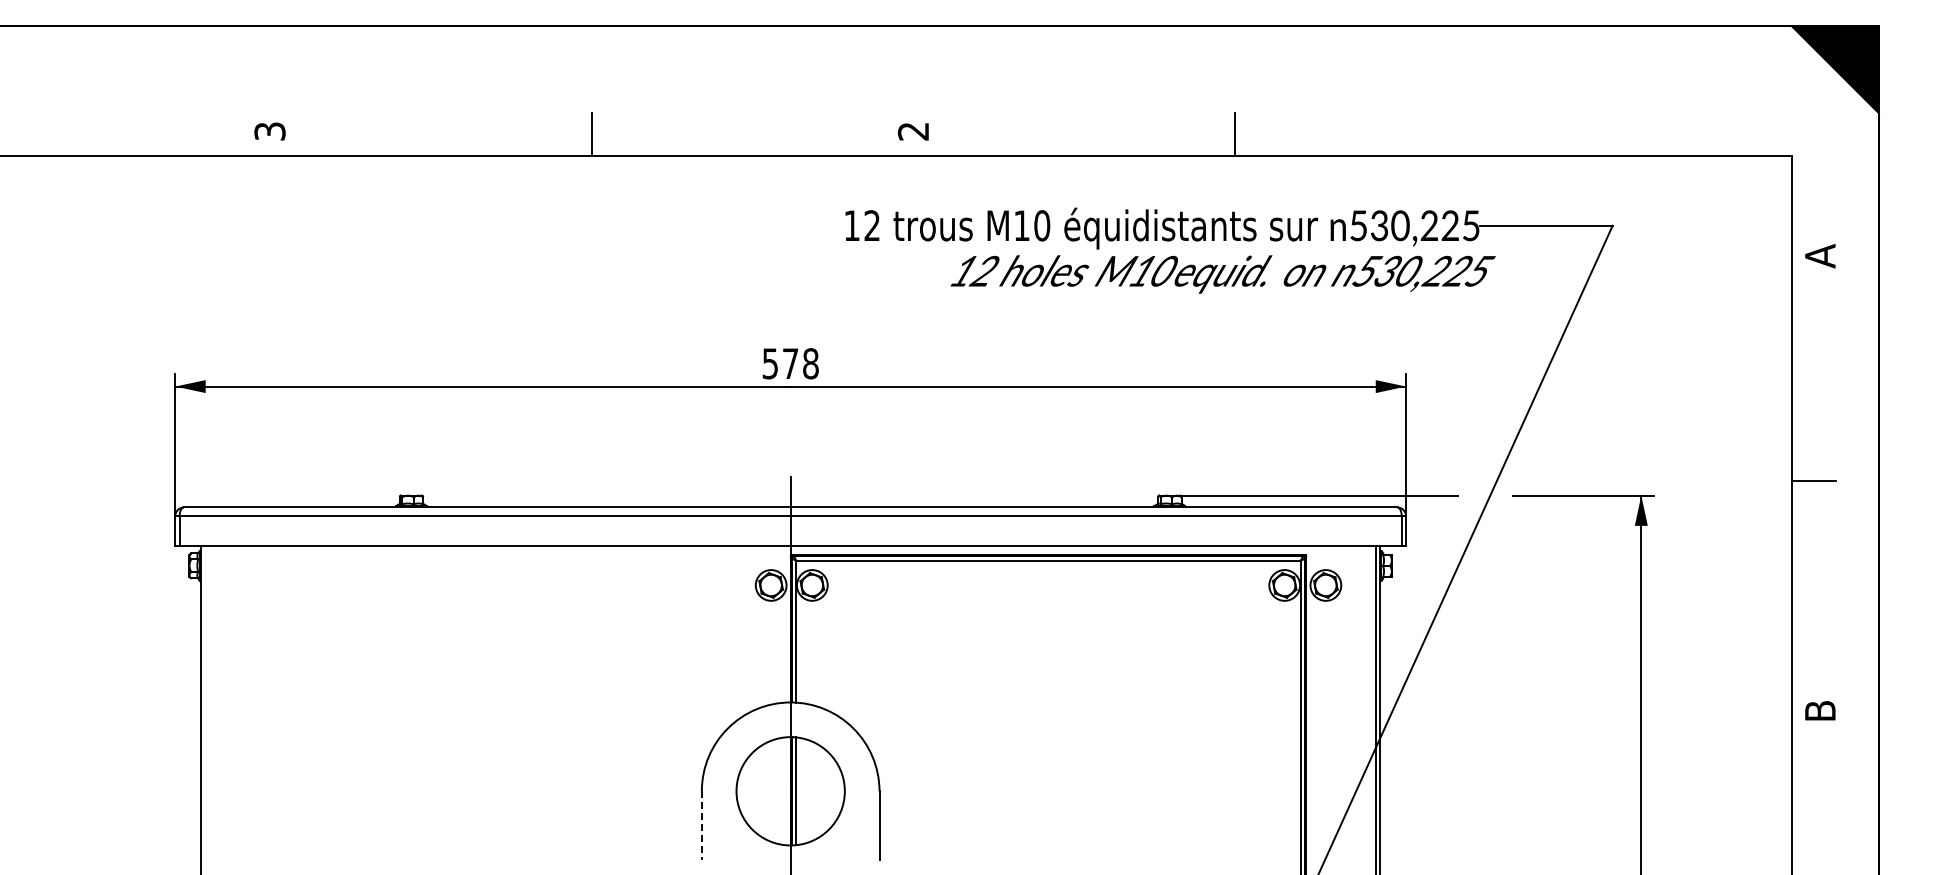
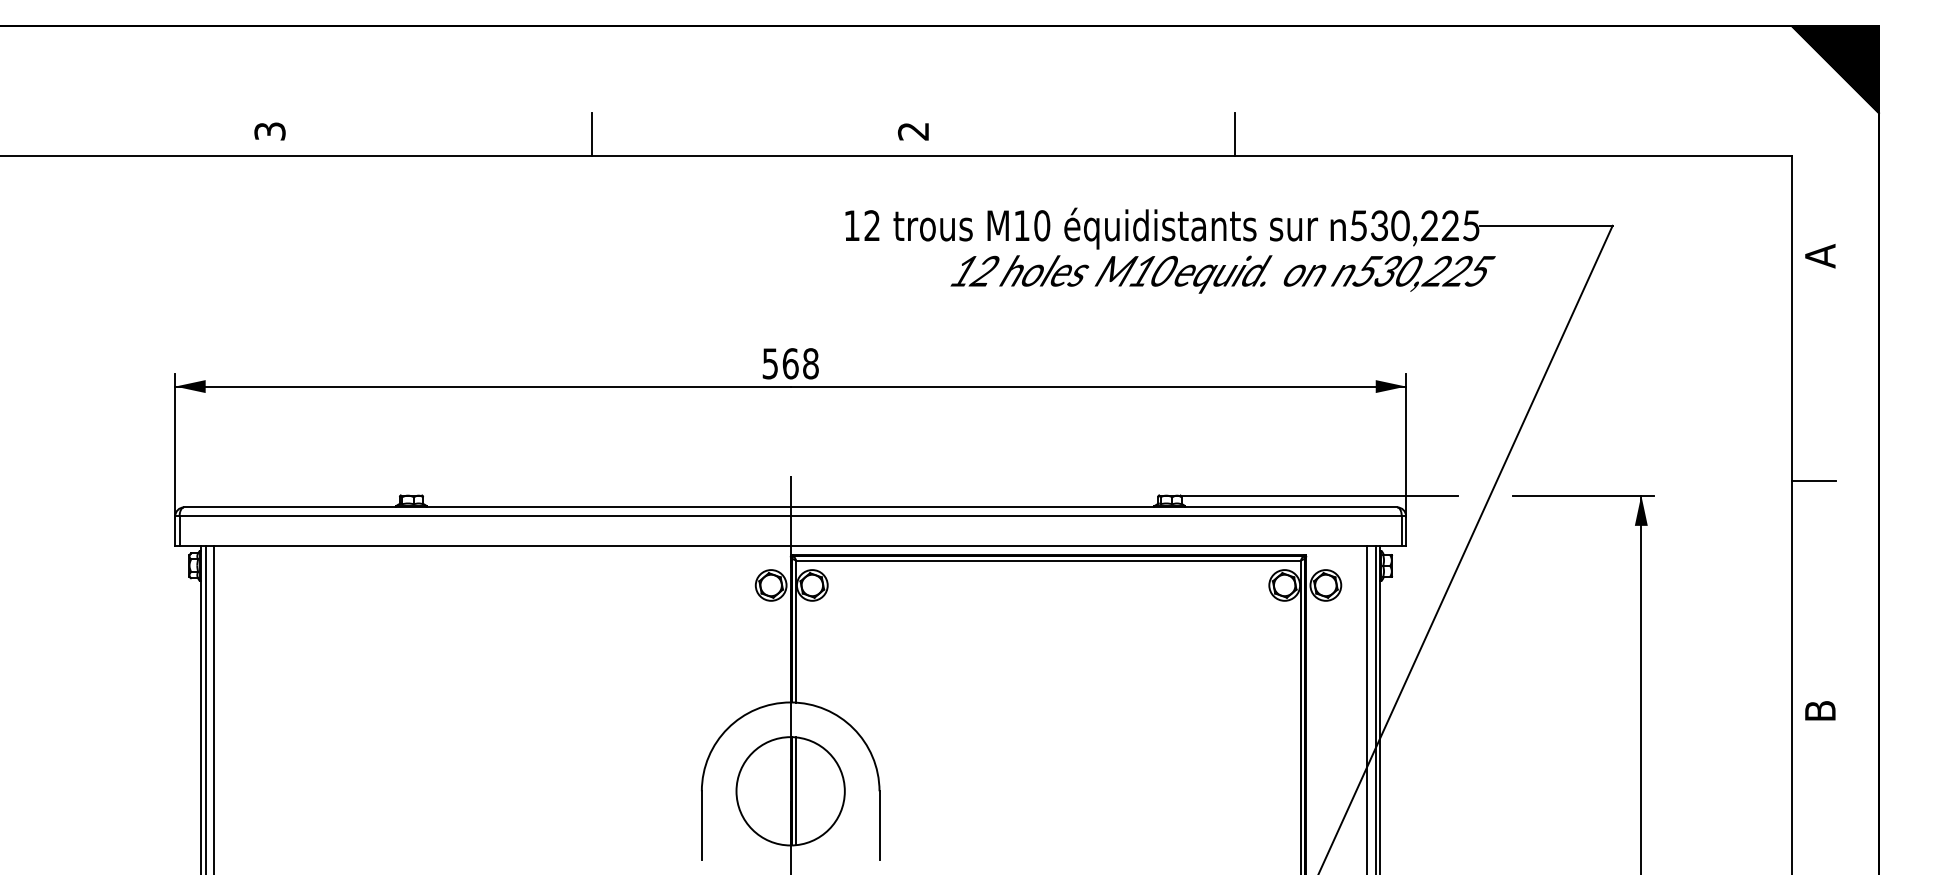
text at (790, 363): 578 -> 568
line at (205, 708): none -> present
line at (214, 708): none -> present
line at (1367, 708): none -> present
line at (701, 826): dashed -> solid
